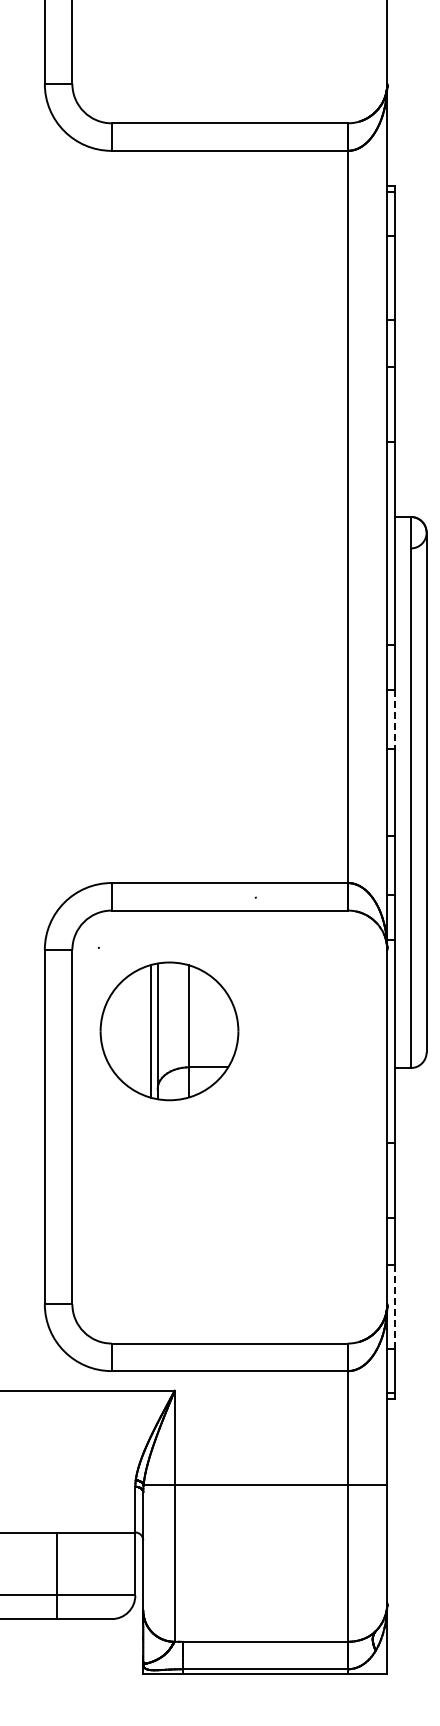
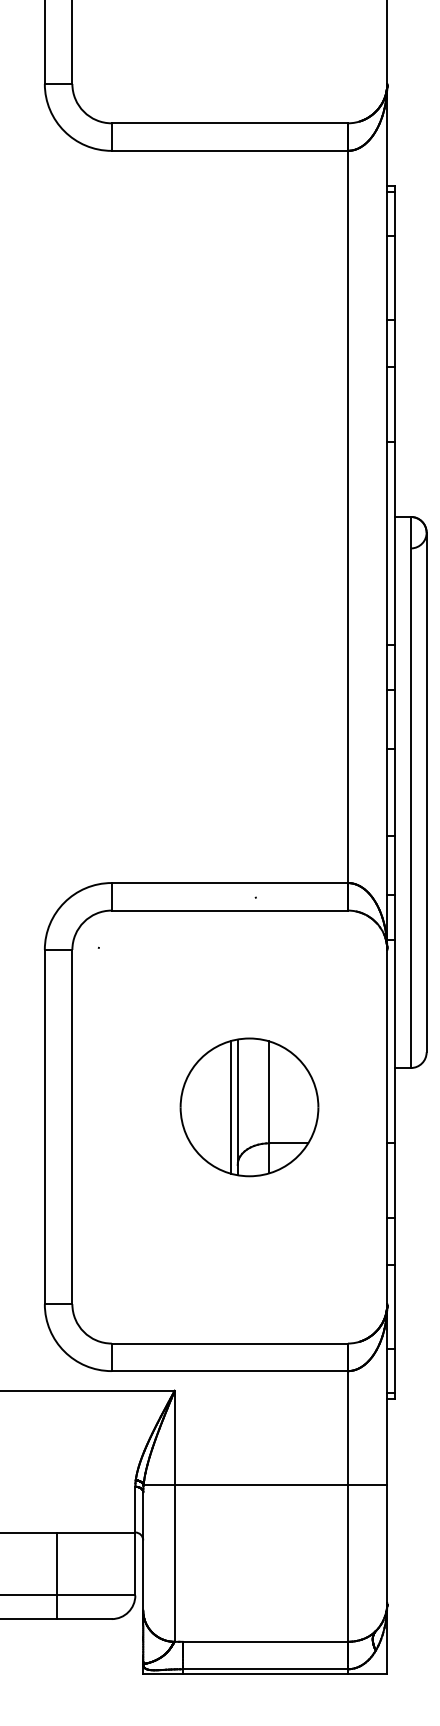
line at (395, 720): dashed -> solid
part at (169, 1031) position: (169, 1031) -> (249, 1107)
line at (395, 1307): dashed -> solid
